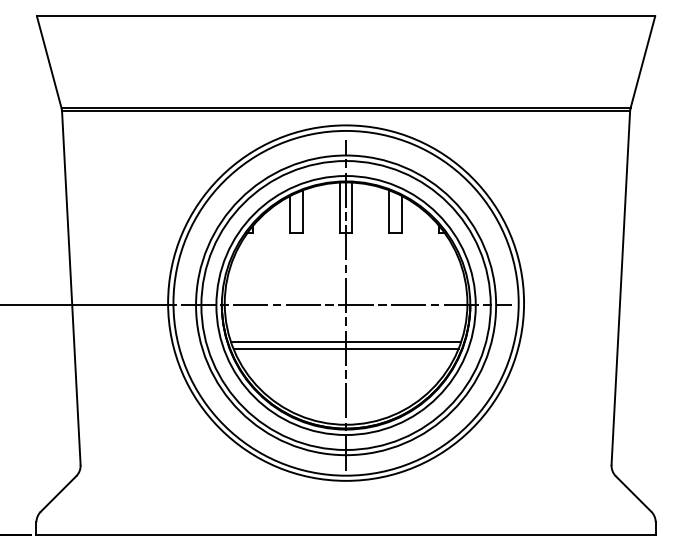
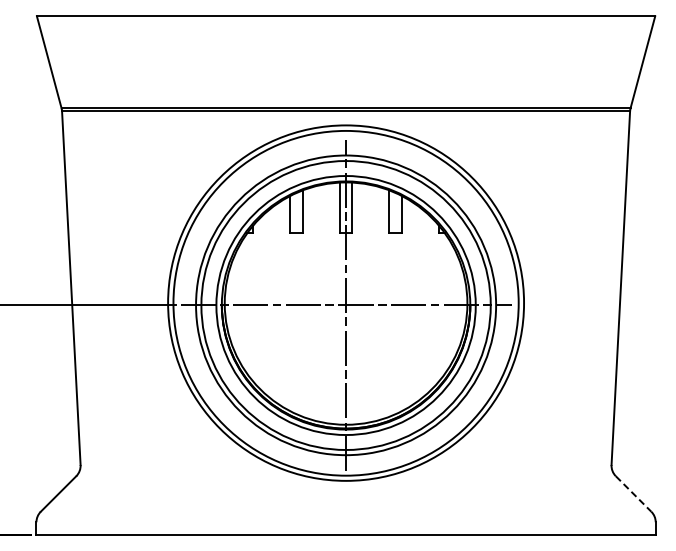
line at (345, 341): present -> none
line at (345, 348): present -> none
line at (633, 494): solid -> dashed
